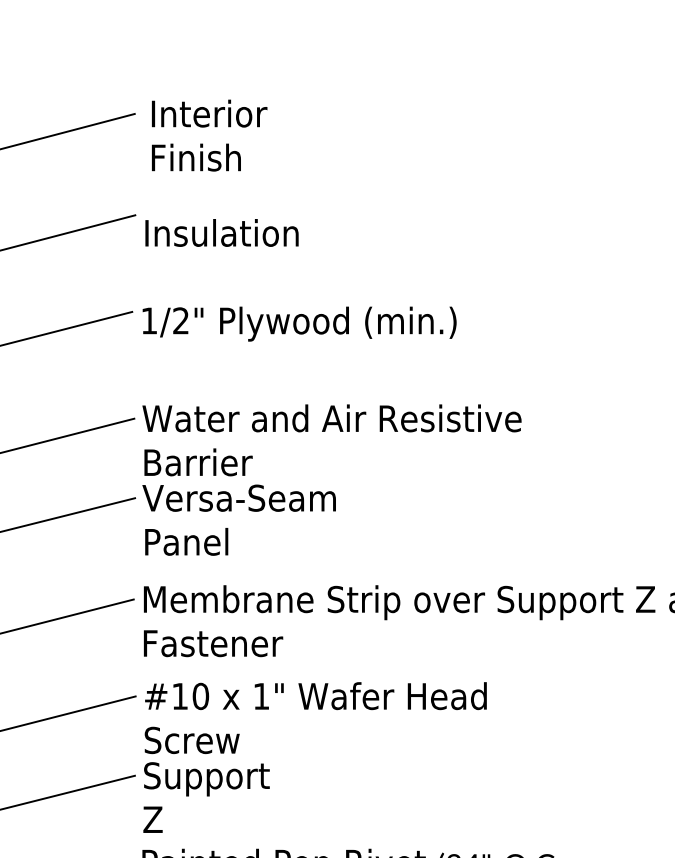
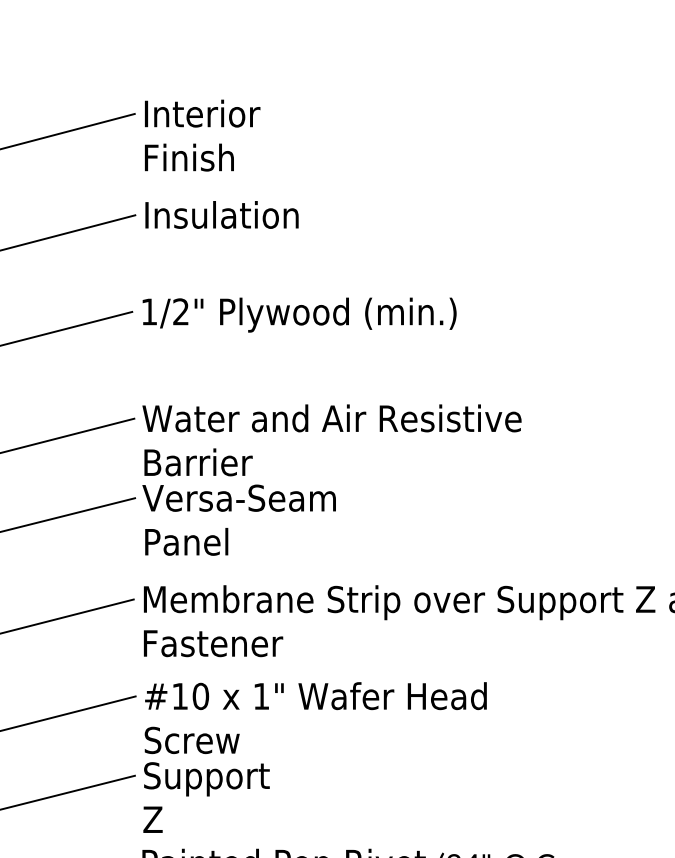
text at (209, 135) position: (209, 135) -> (202, 135)
text at (221, 232) position: (221, 232) -> (221, 214)
text at (299, 323) position: (299, 323) -> (299, 314)
